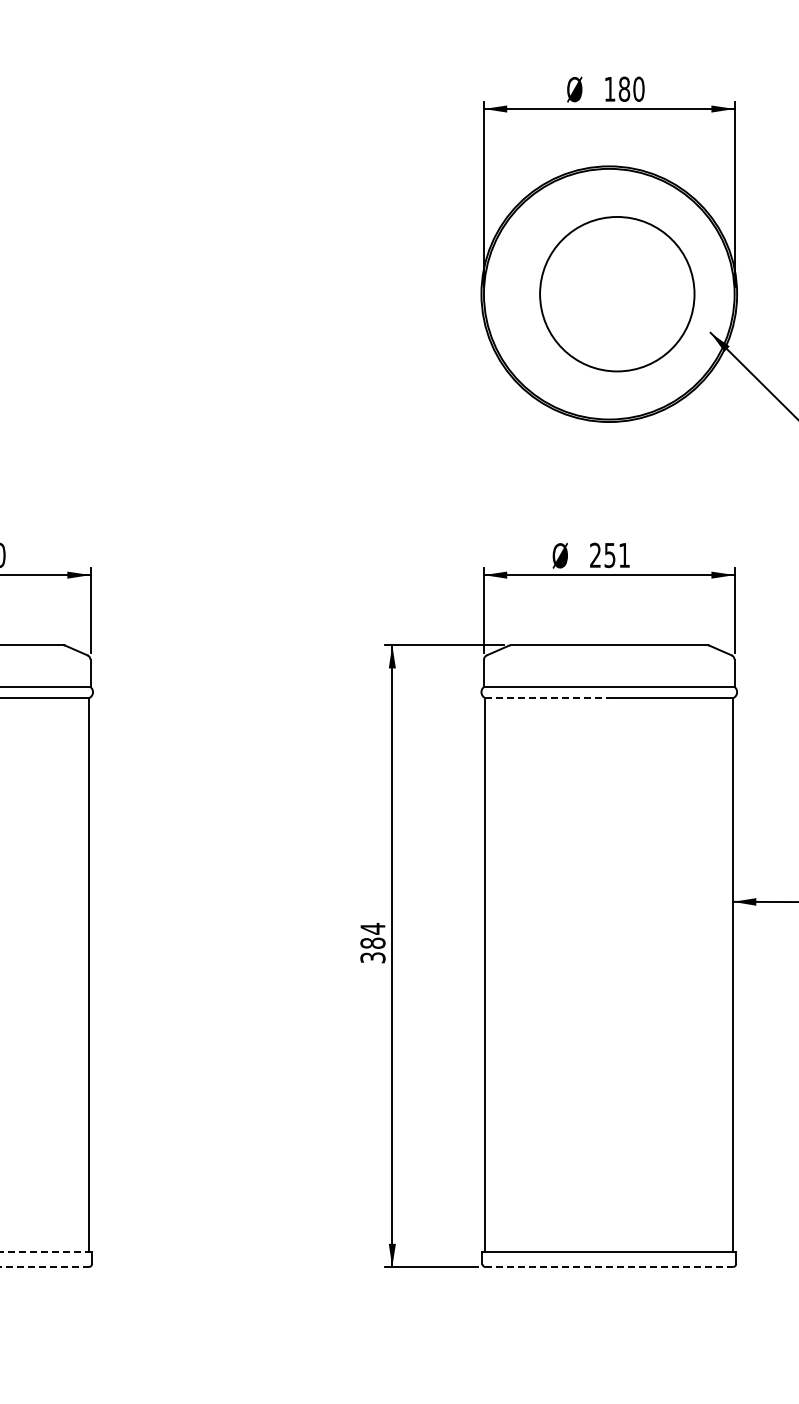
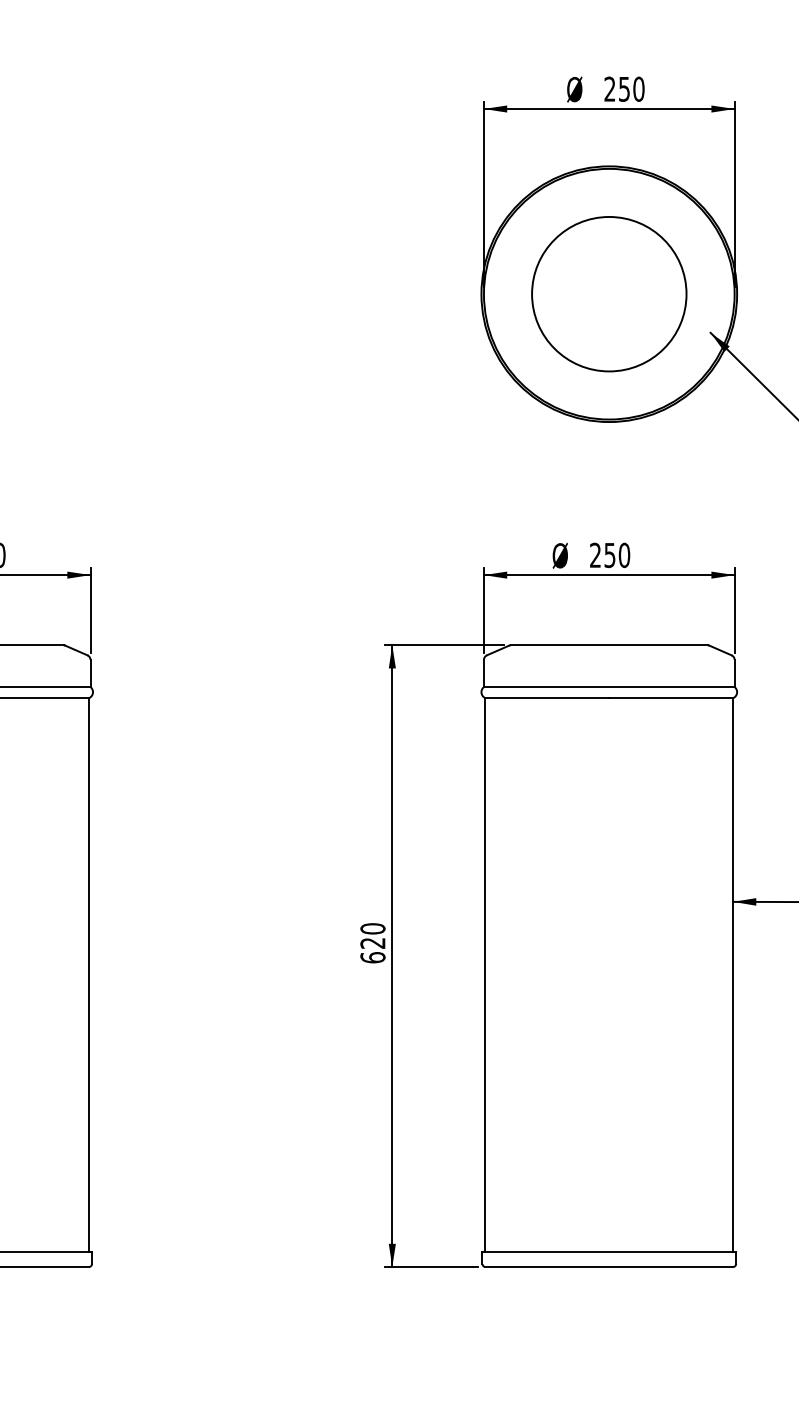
text at (617, 88): 180 -> 250
circle at (617, 294) position: (617, 294) -> (609, 294)
text at (624, 555): 251 -> 250
line at (547, 698): dashed -> solid
text at (372, 942): 384 -> 620
line at (46, 1251): dashed -> solid
line at (45, 1266): dashed -> solid
line at (609, 1266): dashed -> solid
